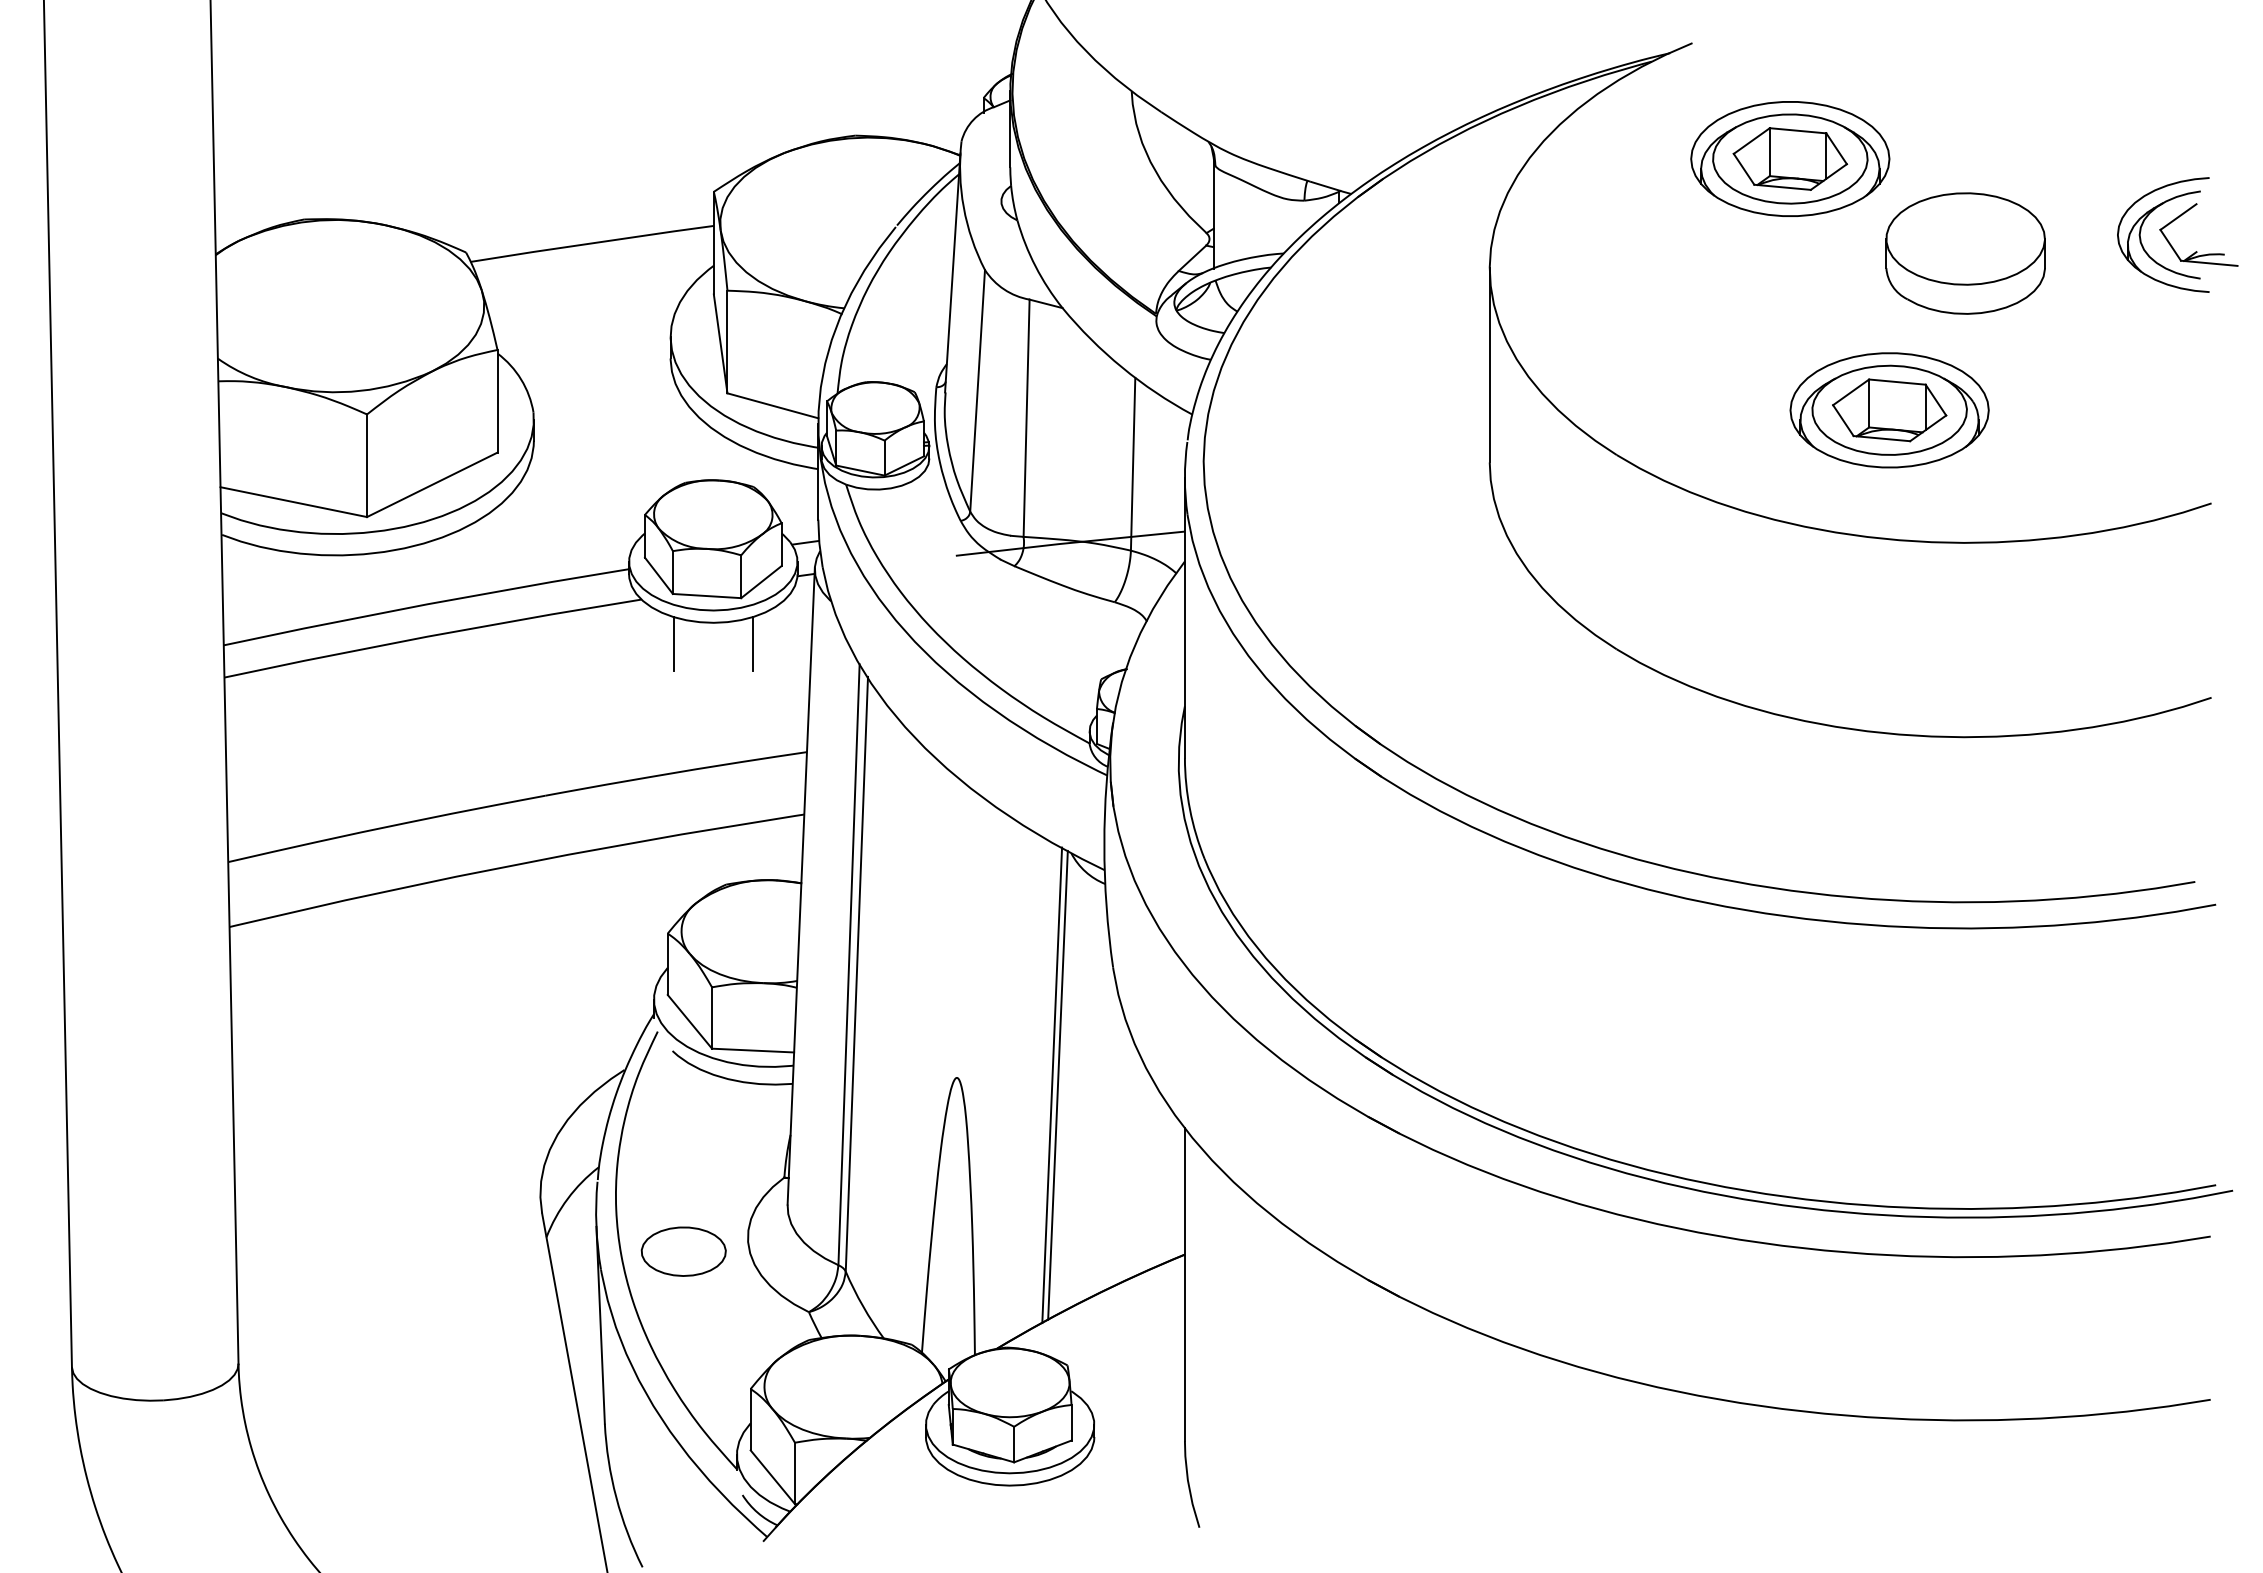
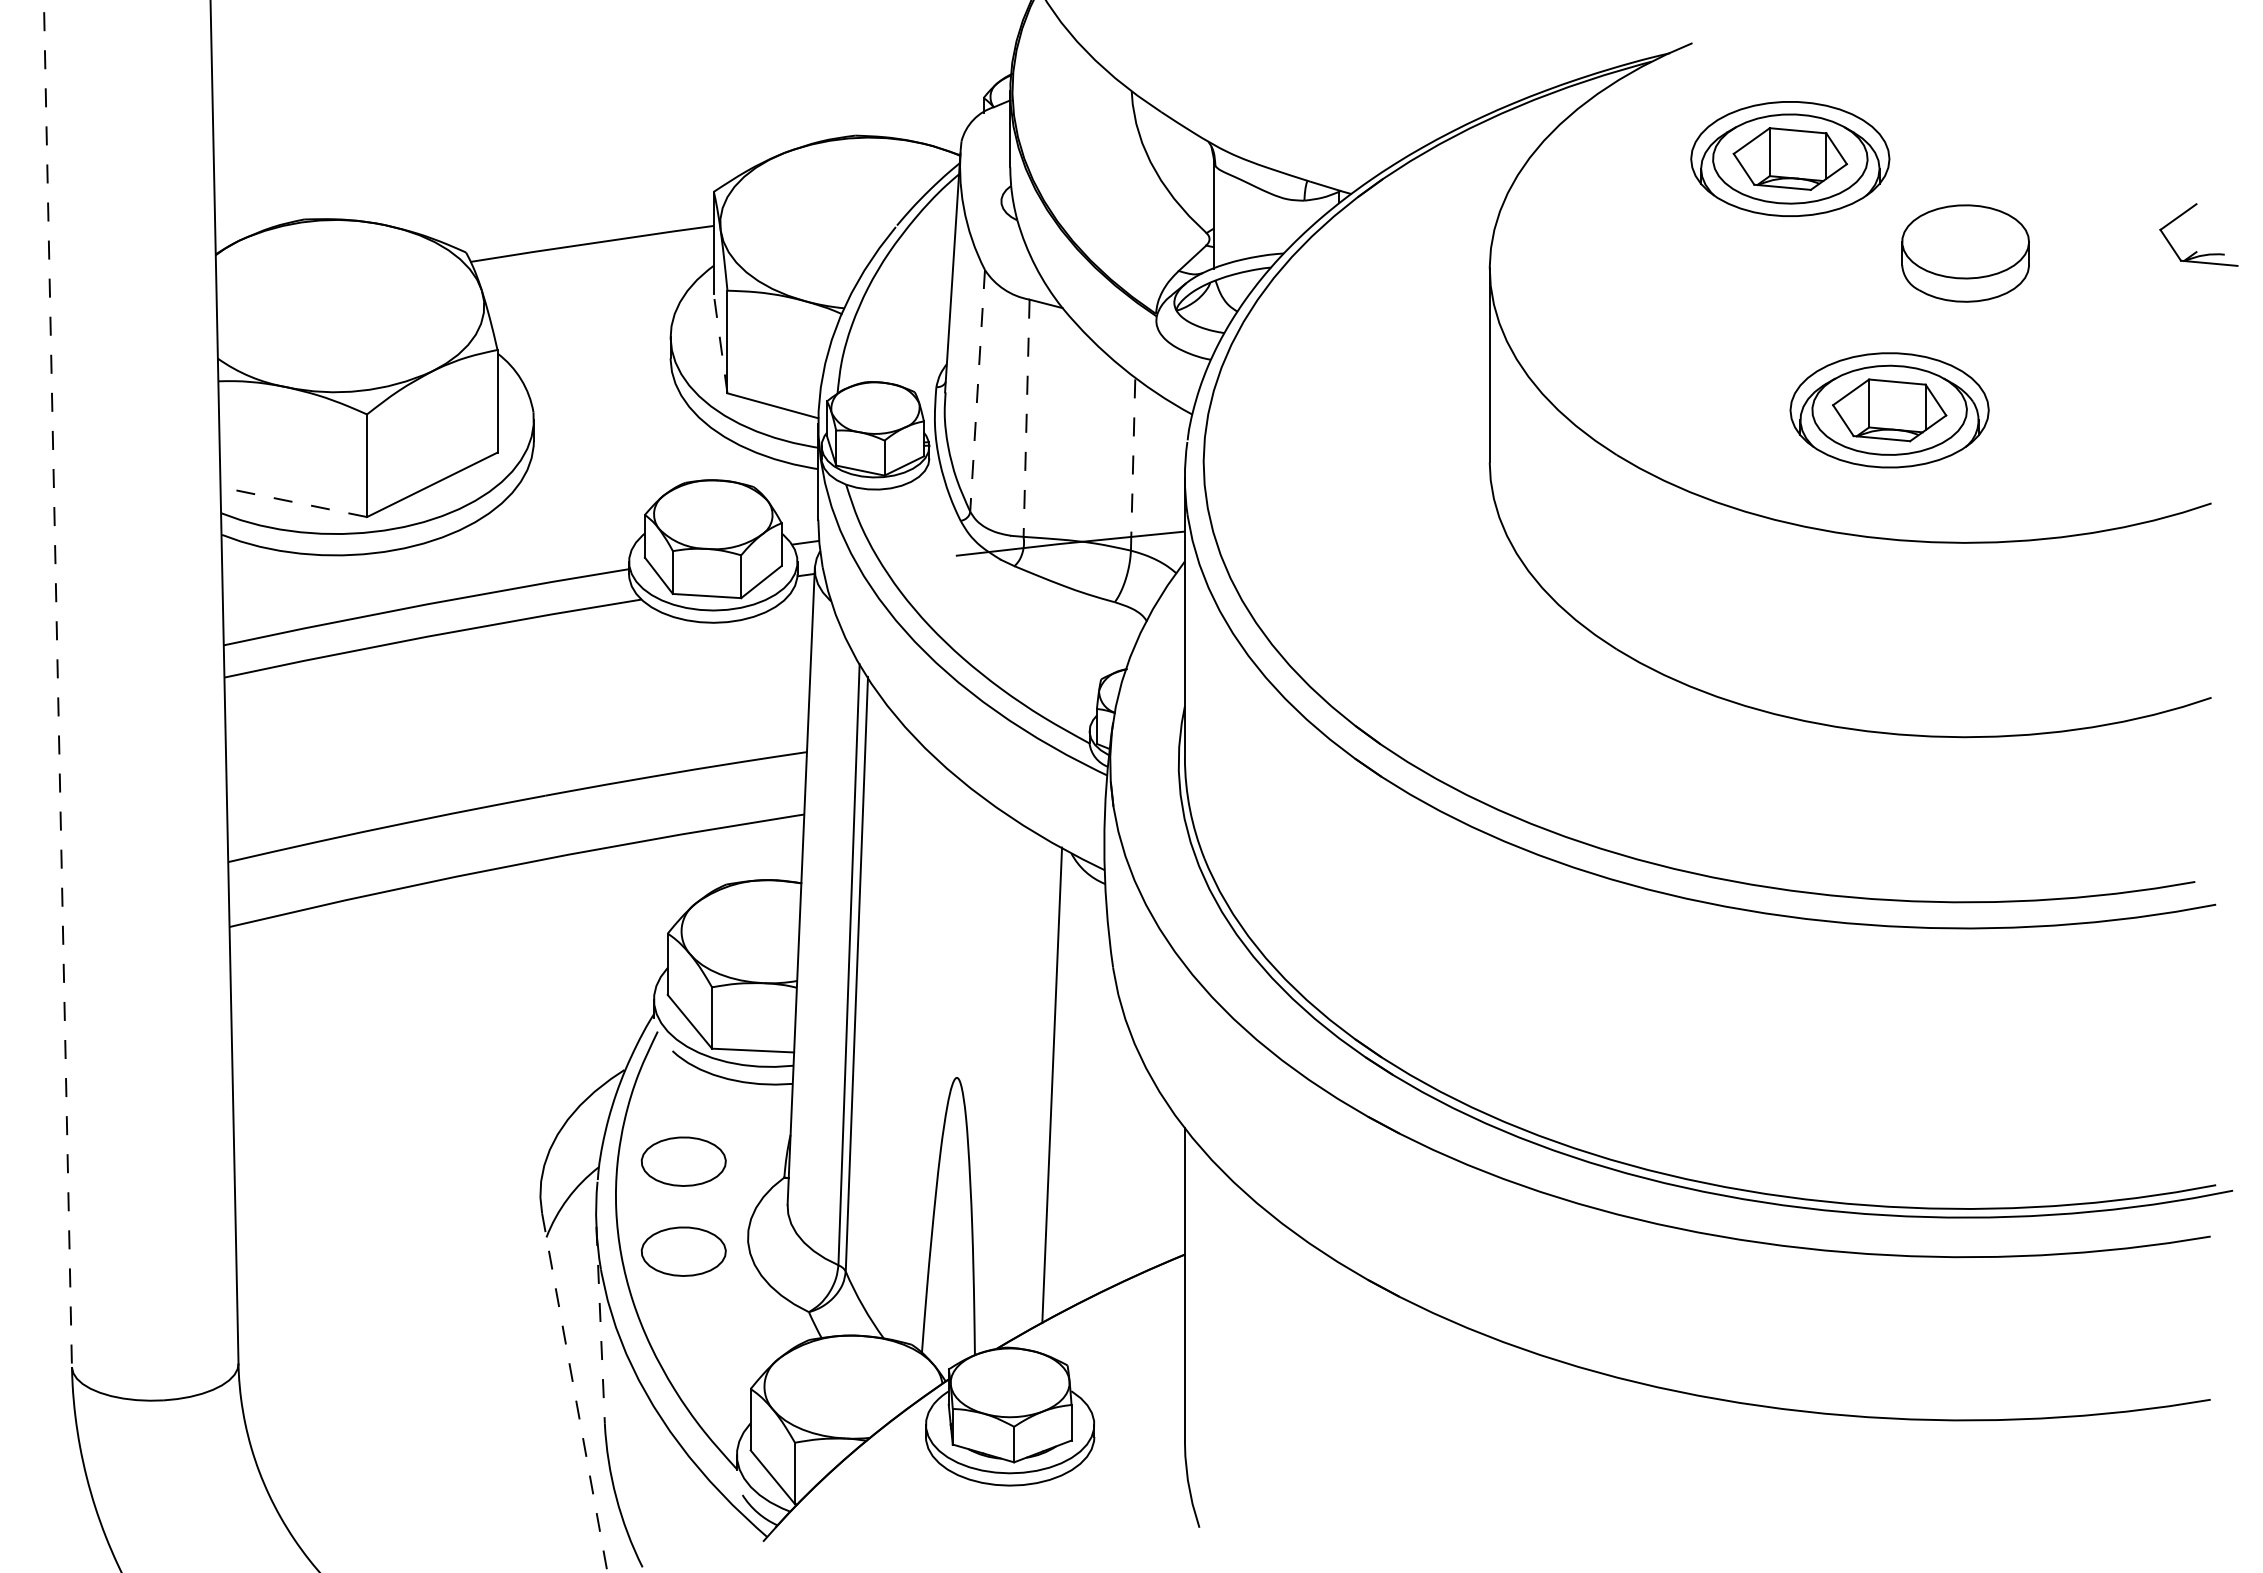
part at (2141, 231): present -> none
part at (1965, 253) size: 161x123 px -> 129x99 px
line at (720, 343): solid -> dashed
line at (977, 391): solid -> dashed
line at (1026, 418): solid -> dashed
line at (1133, 463): solid -> dashed
line at (293, 502): solid -> dashed
line at (673, 644): present -> none
line at (752, 644): present -> none
line at (57, 684): solid -> dashed
line at (1057, 1084): present -> none
part at (683, 1161): none -> present
line at (600, 1325): solid -> dashed
line at (574, 1393): solid -> dashed
